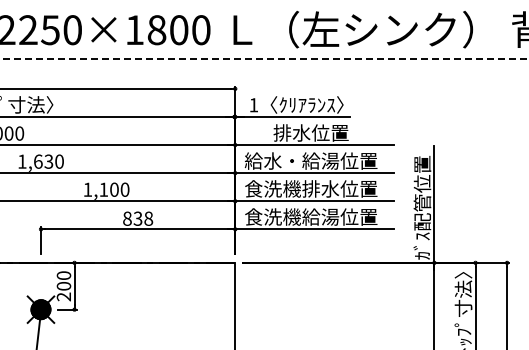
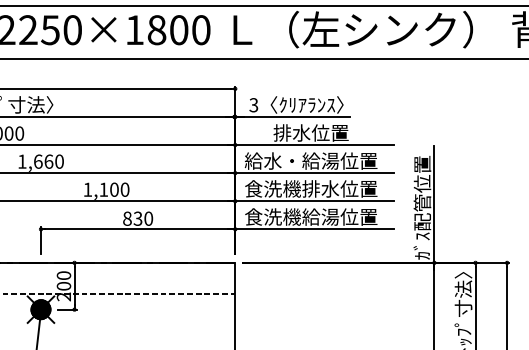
line at (263, 5): none -> present
line at (264, 58): dashed -> solid
text at (253, 105): 1 -> 3
text at (48, 161): 1,630 -> 1,660
text at (148, 218): 838 -> 830
line at (118, 293): none -> present
